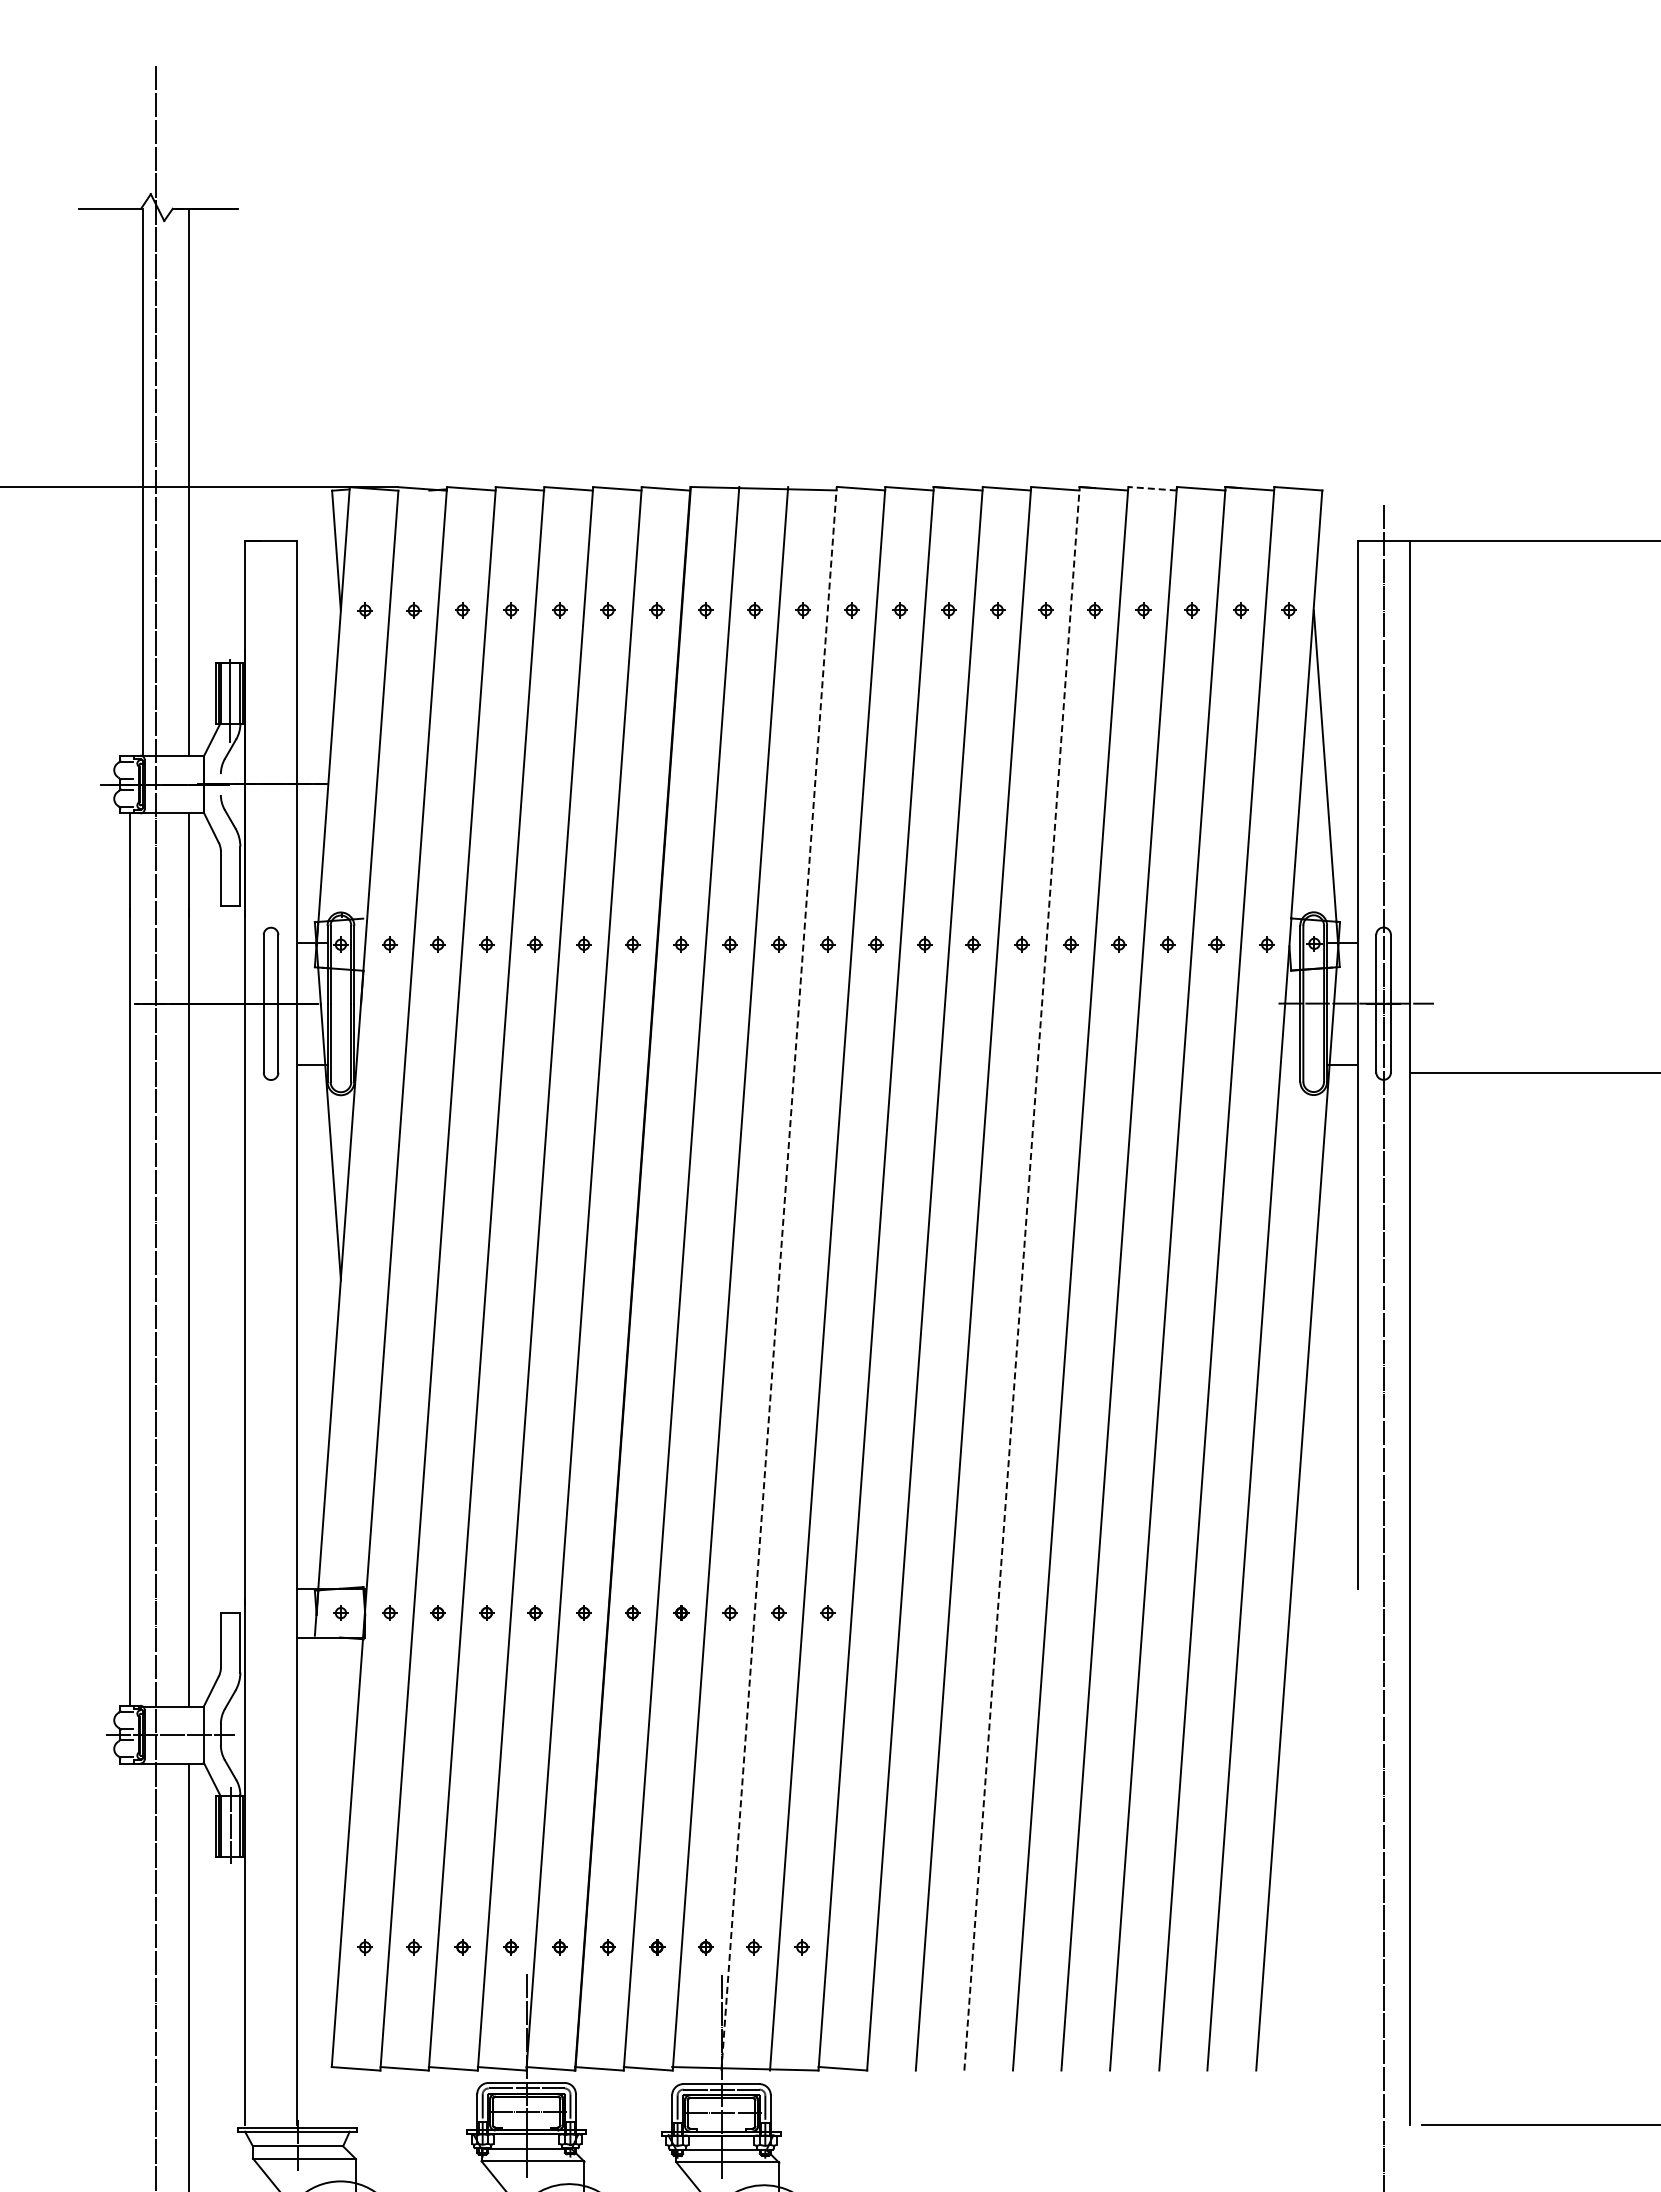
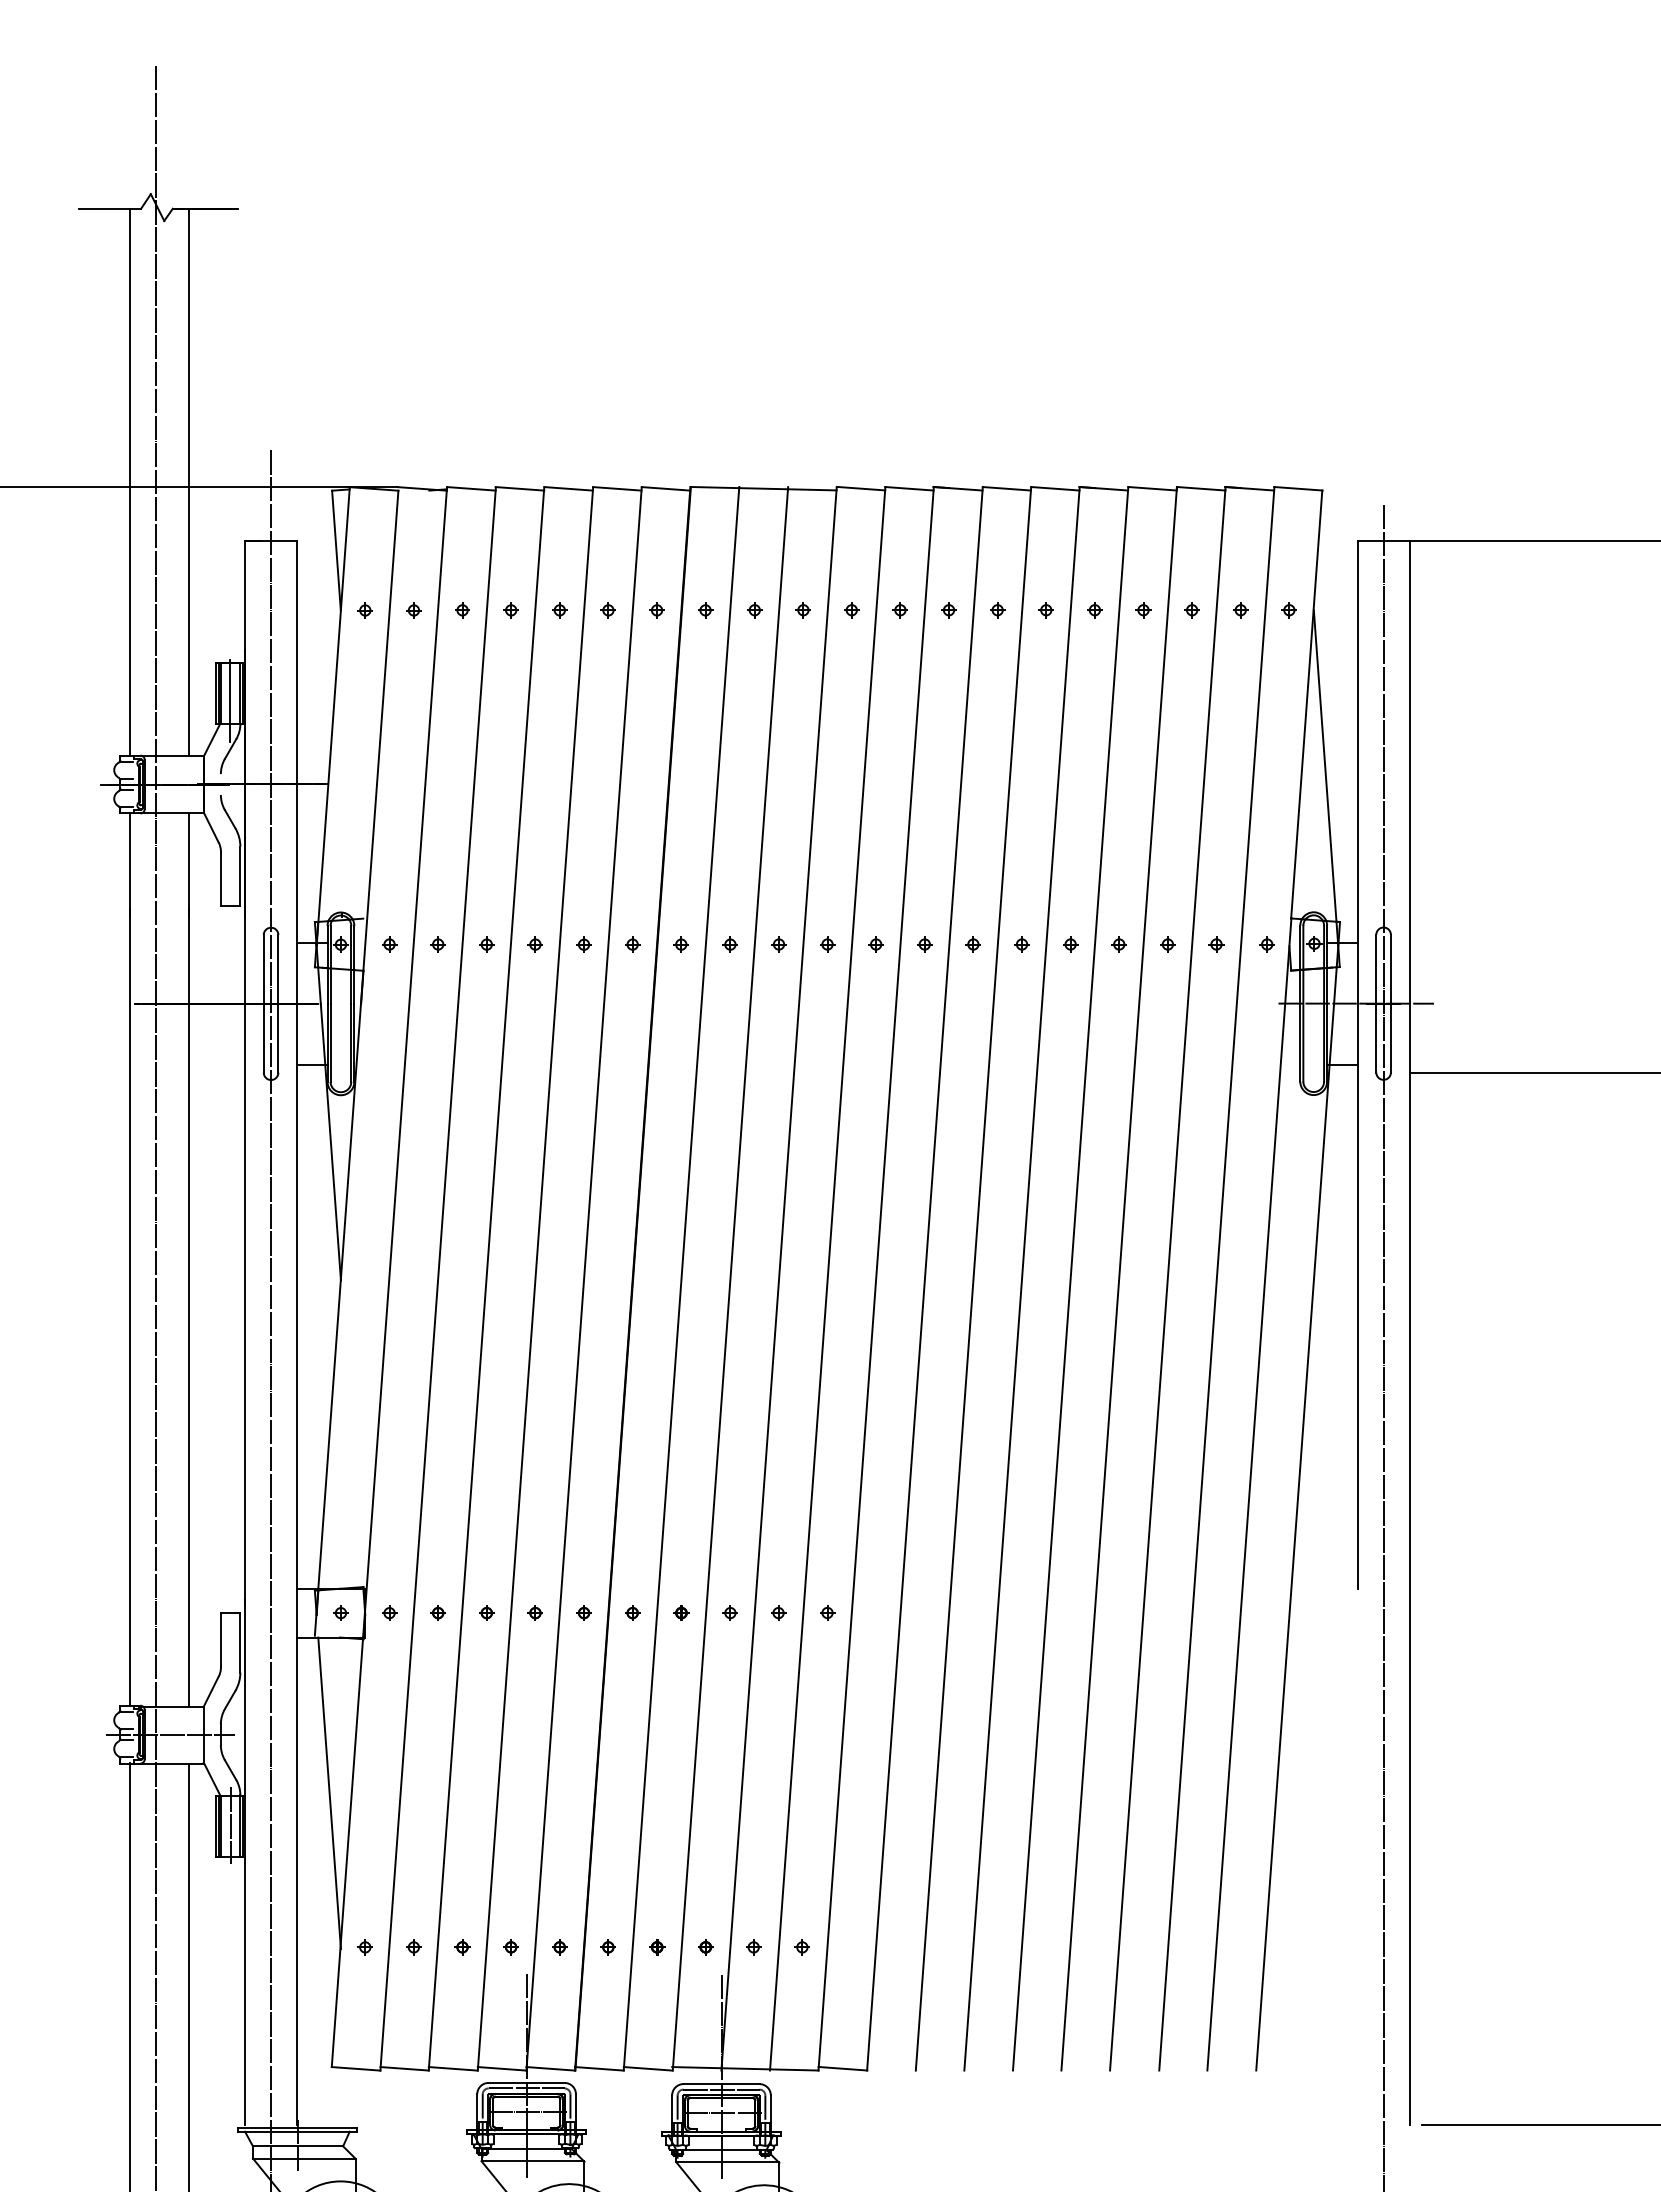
line at (142, 481) position: (142, 481) -> (129, 481)
line at (1152, 488): dashed -> solid
line at (779, 1278): dashed -> solid
line at (1022, 1278): dashed -> solid
line at (271, 1319): none -> present
line at (329, 1793): none -> present
line at (129, 1975): none -> present
